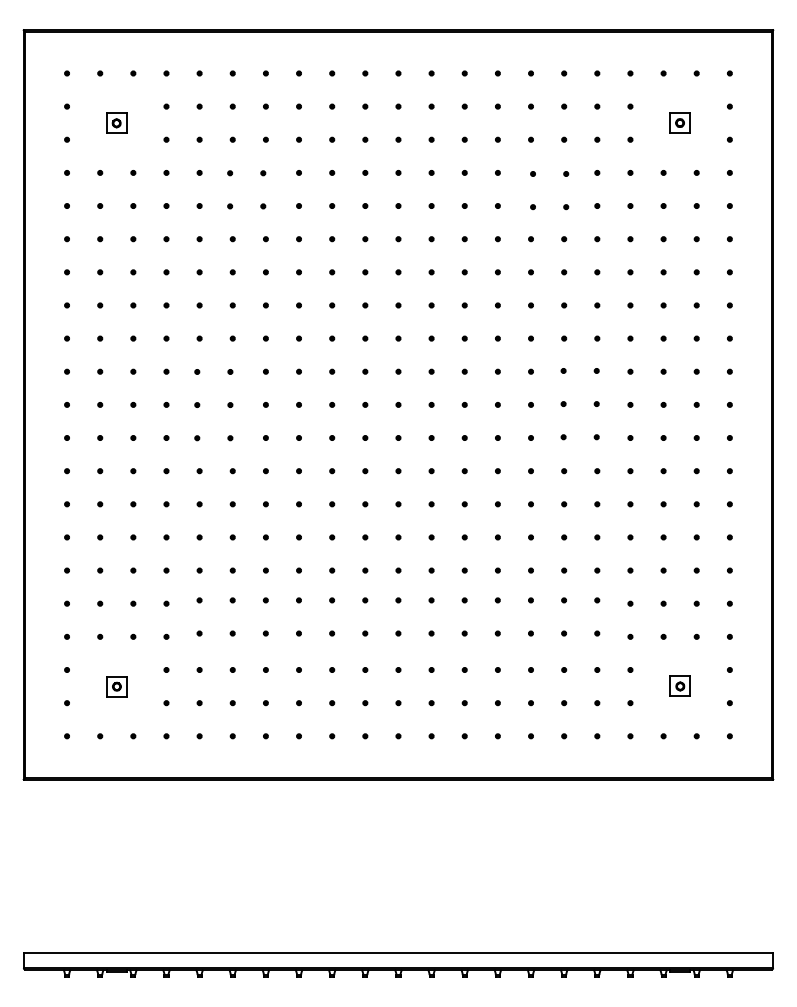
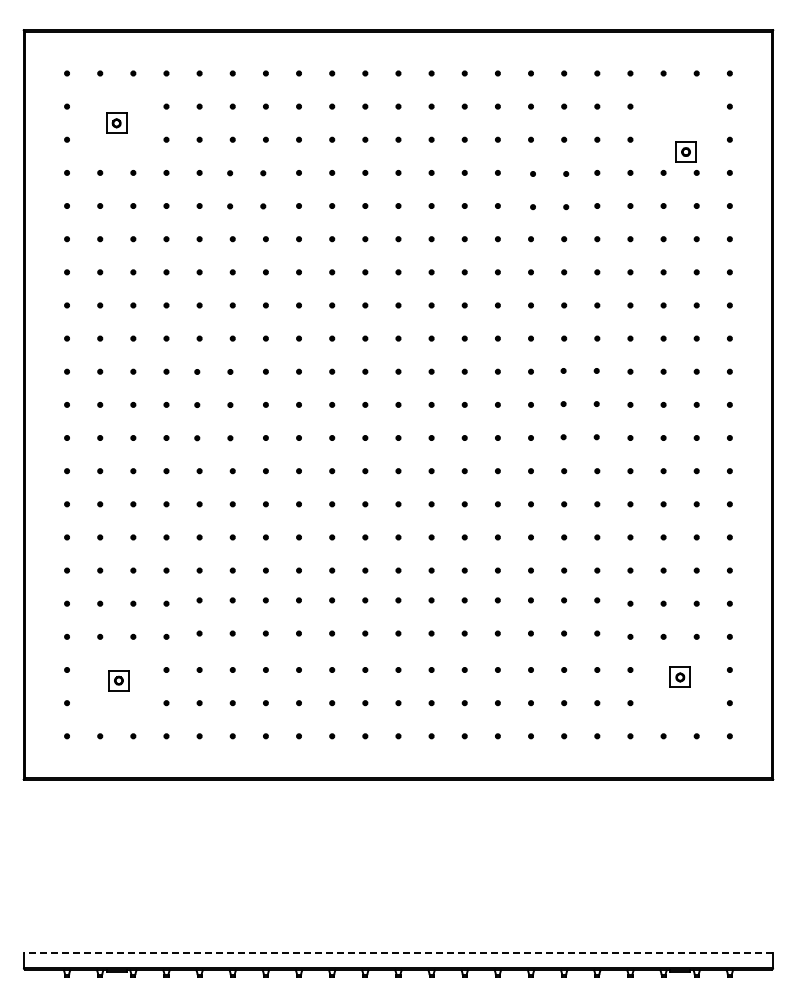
part at (679, 122) position: (679, 122) -> (685, 151)
part at (679, 685) position: (679, 685) -> (679, 676)
part at (116, 686) position: (116, 686) -> (118, 680)
line at (398, 953): solid -> dashed
